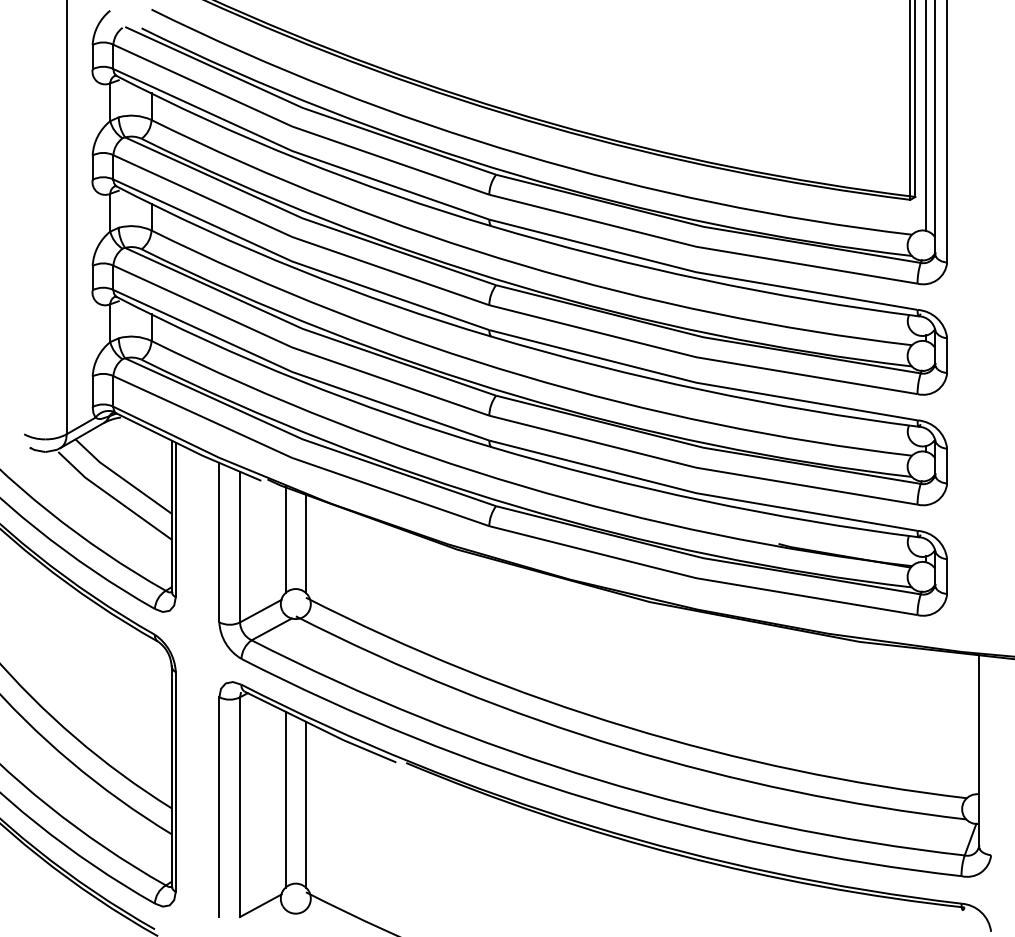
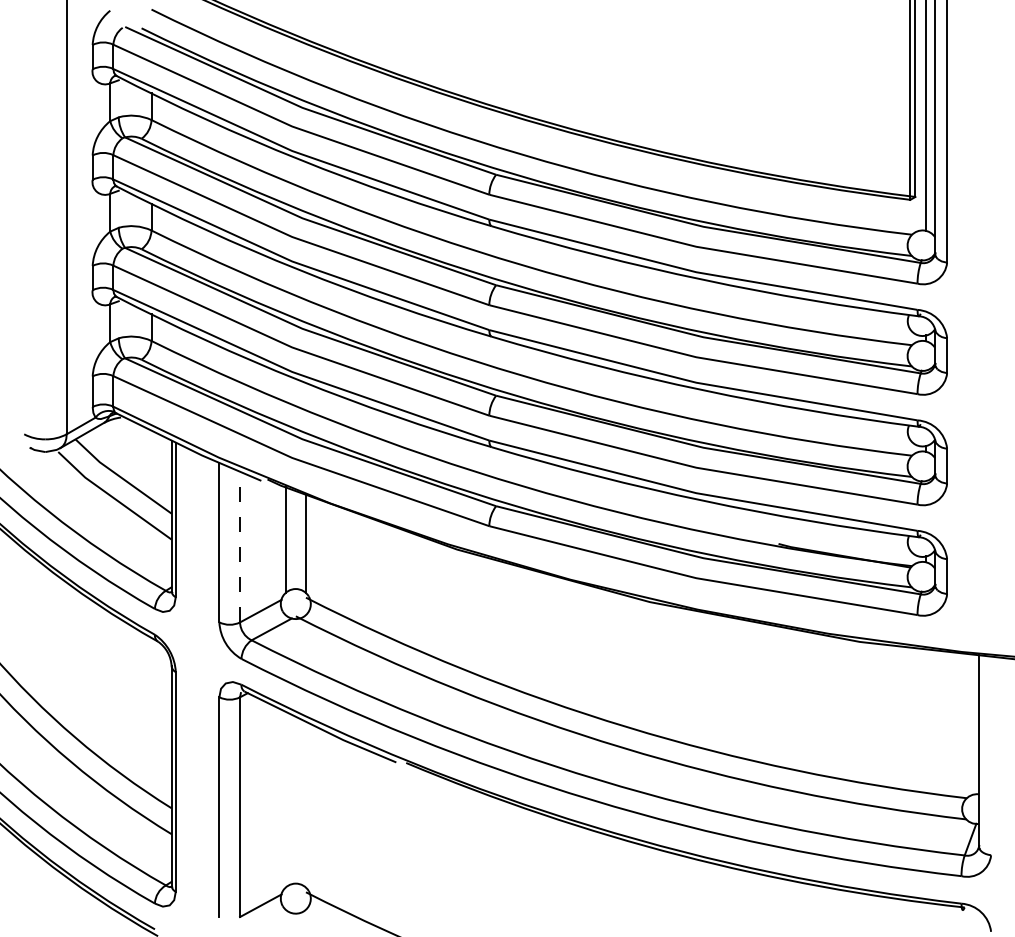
line at (240, 546): solid -> dashed
line at (285, 799): present -> none
line at (305, 804): present -> none
